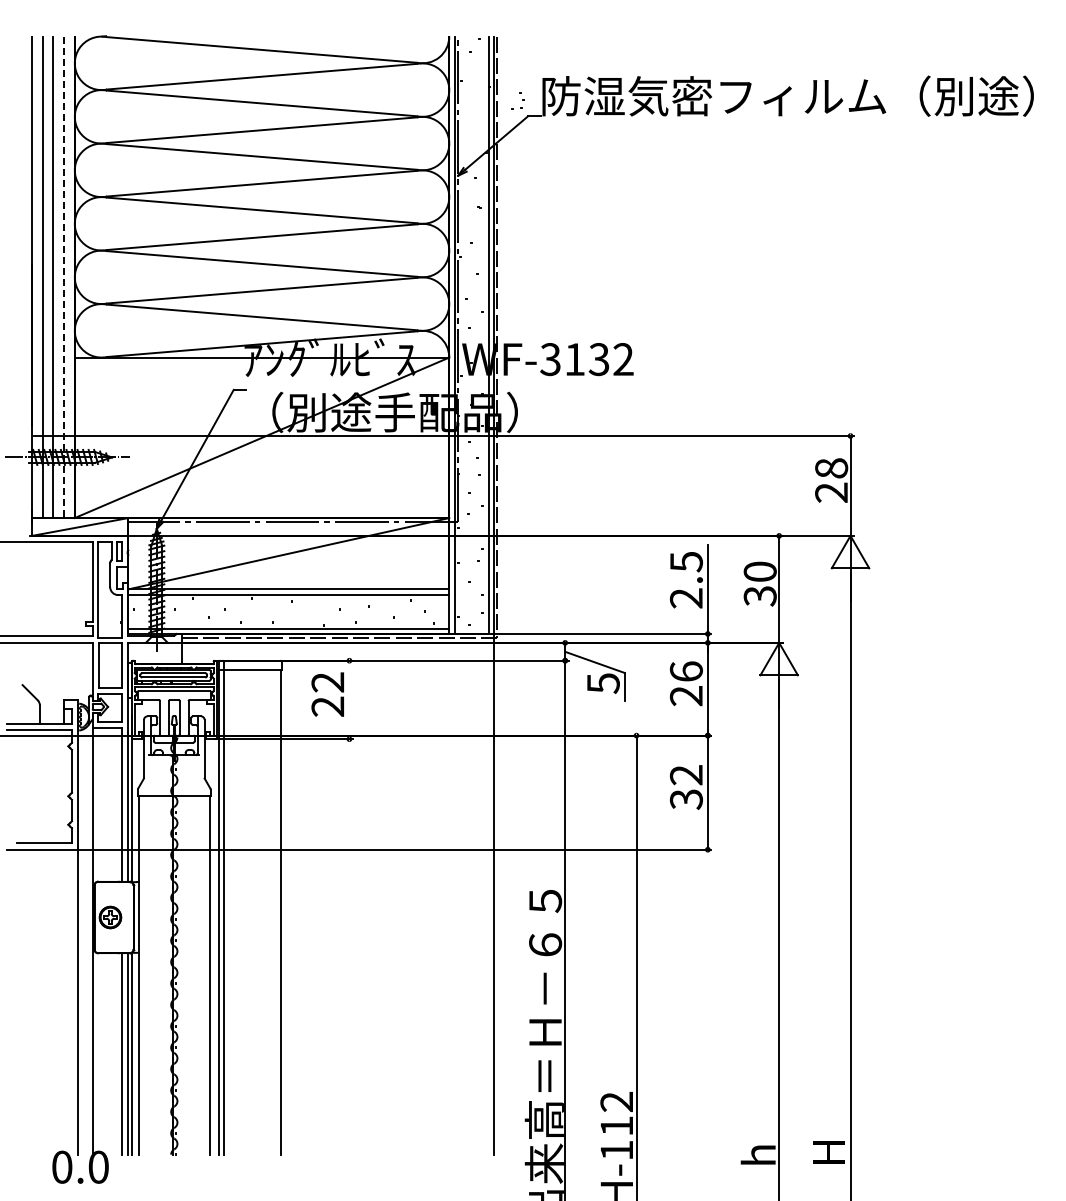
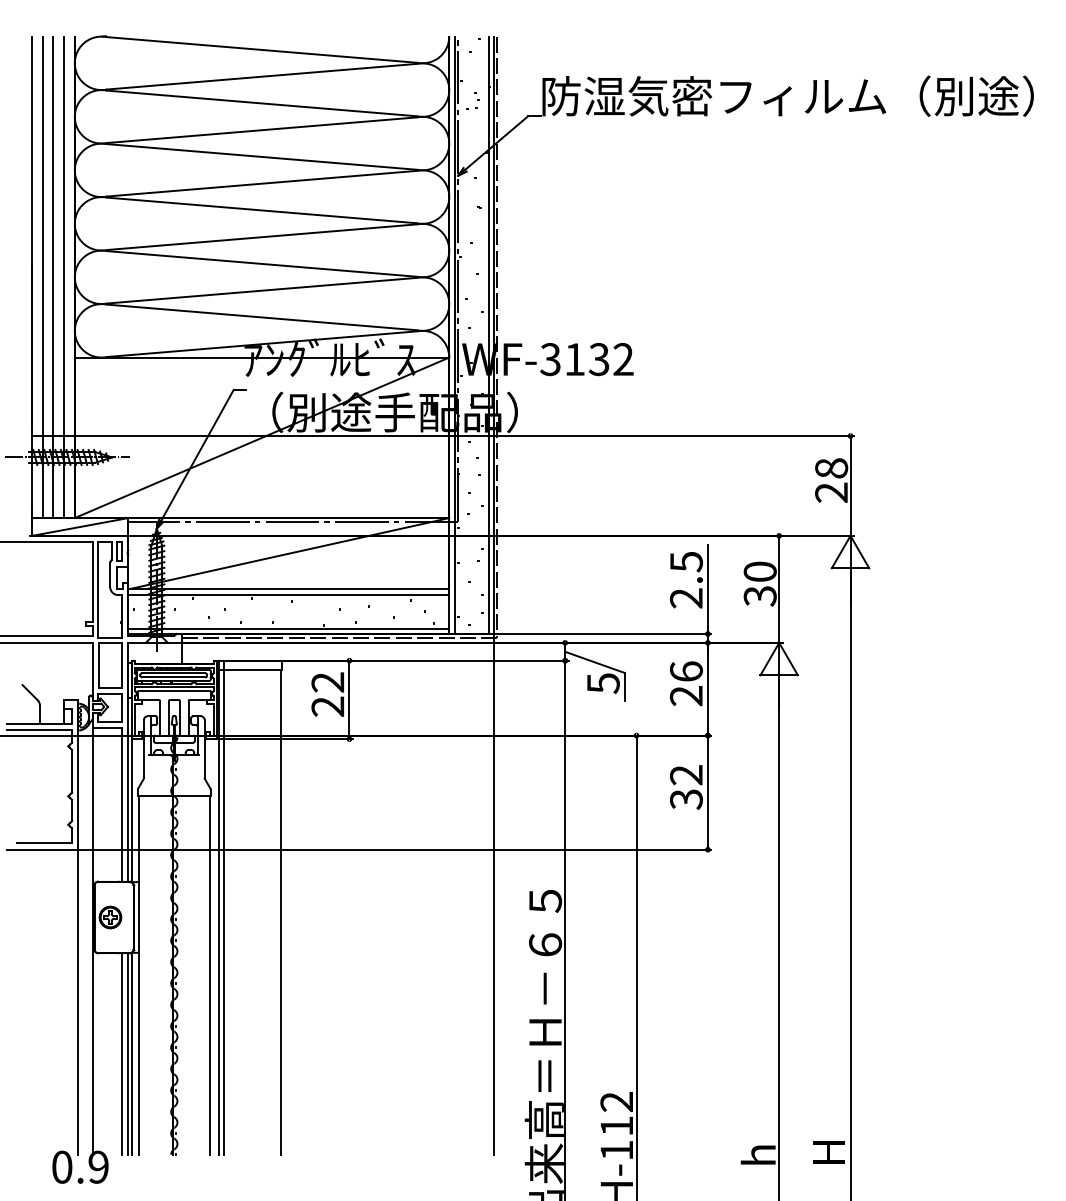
part at (517, 100) position: (517, 100) -> (472, 100)
line at (64, 277): dashed -> solid
line at (349, 699): none -> present
text at (98, 1166): 0.0 -> 0.9
